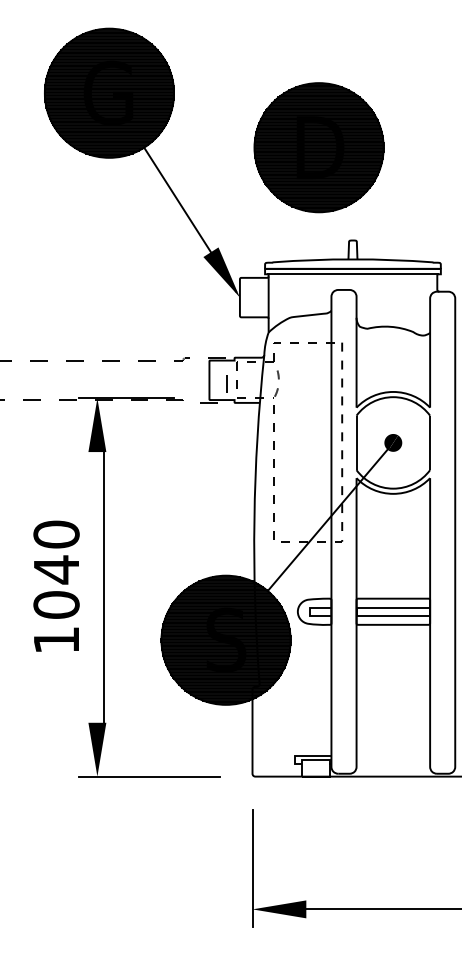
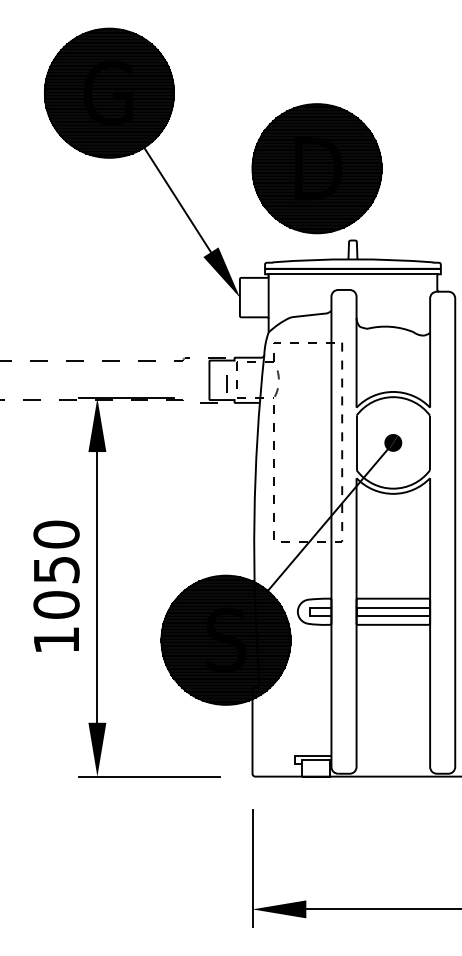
part at (318, 147) position: (318, 147) -> (316, 168)
text at (56, 569): 1040 -> 1050
line at (104, 587) position: (104, 587) -> (97, 587)
